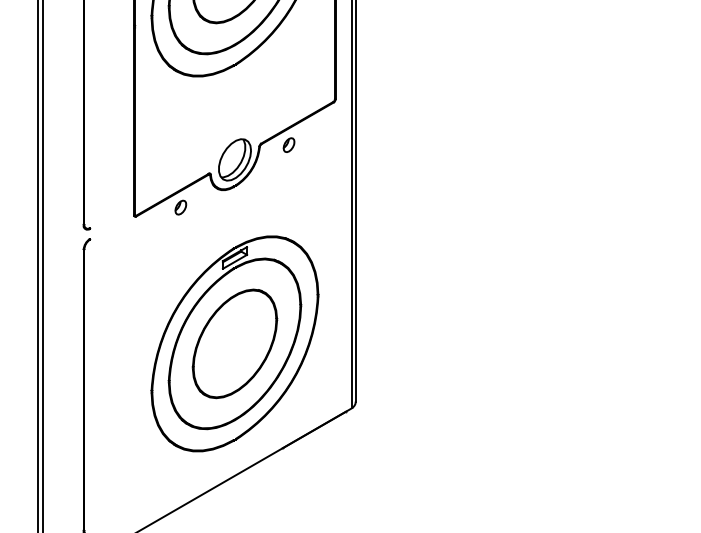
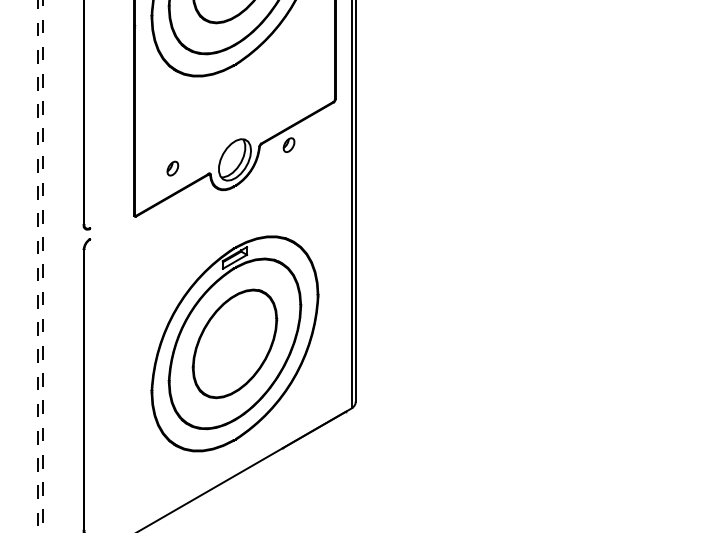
part at (180, 207) position: (180, 207) -> (172, 168)
line at (37, 266): solid -> dashed
line at (43, 266): solid -> dashed
